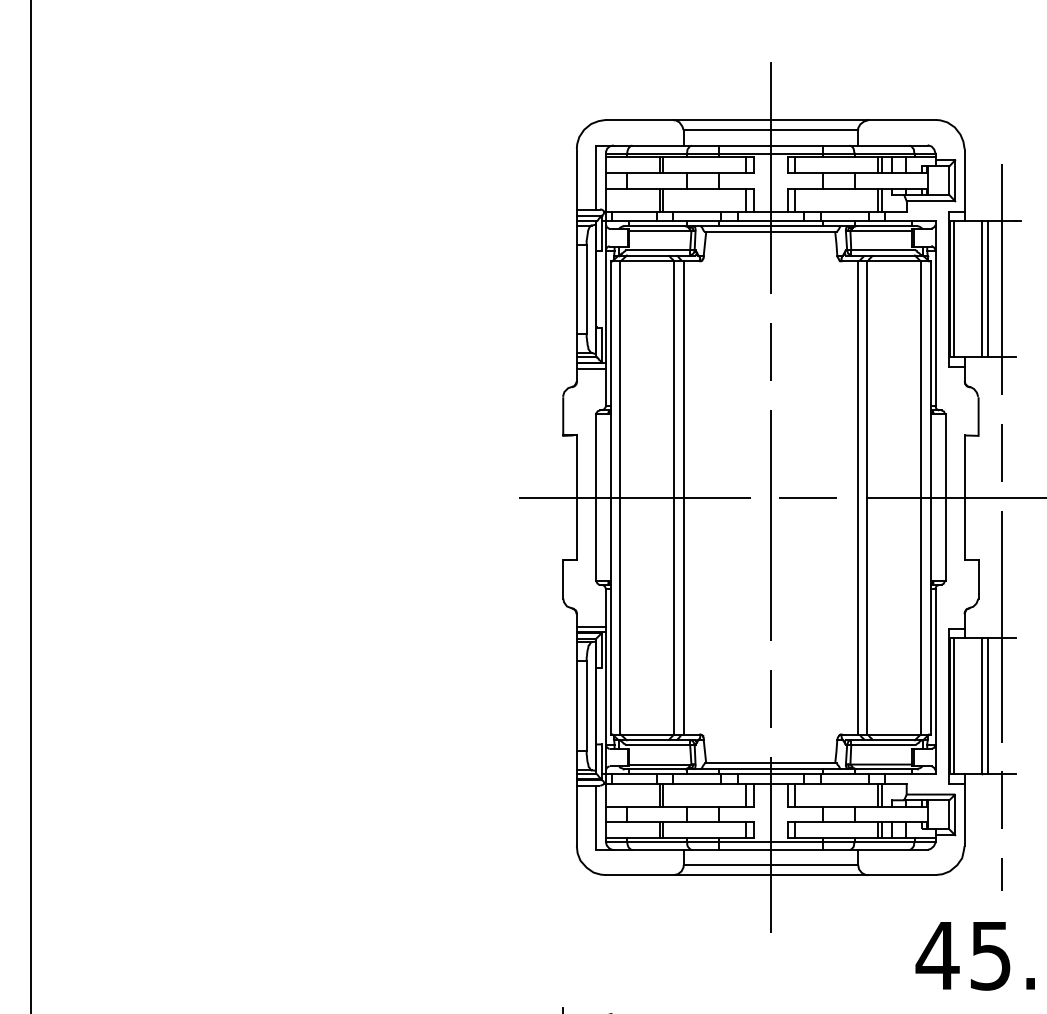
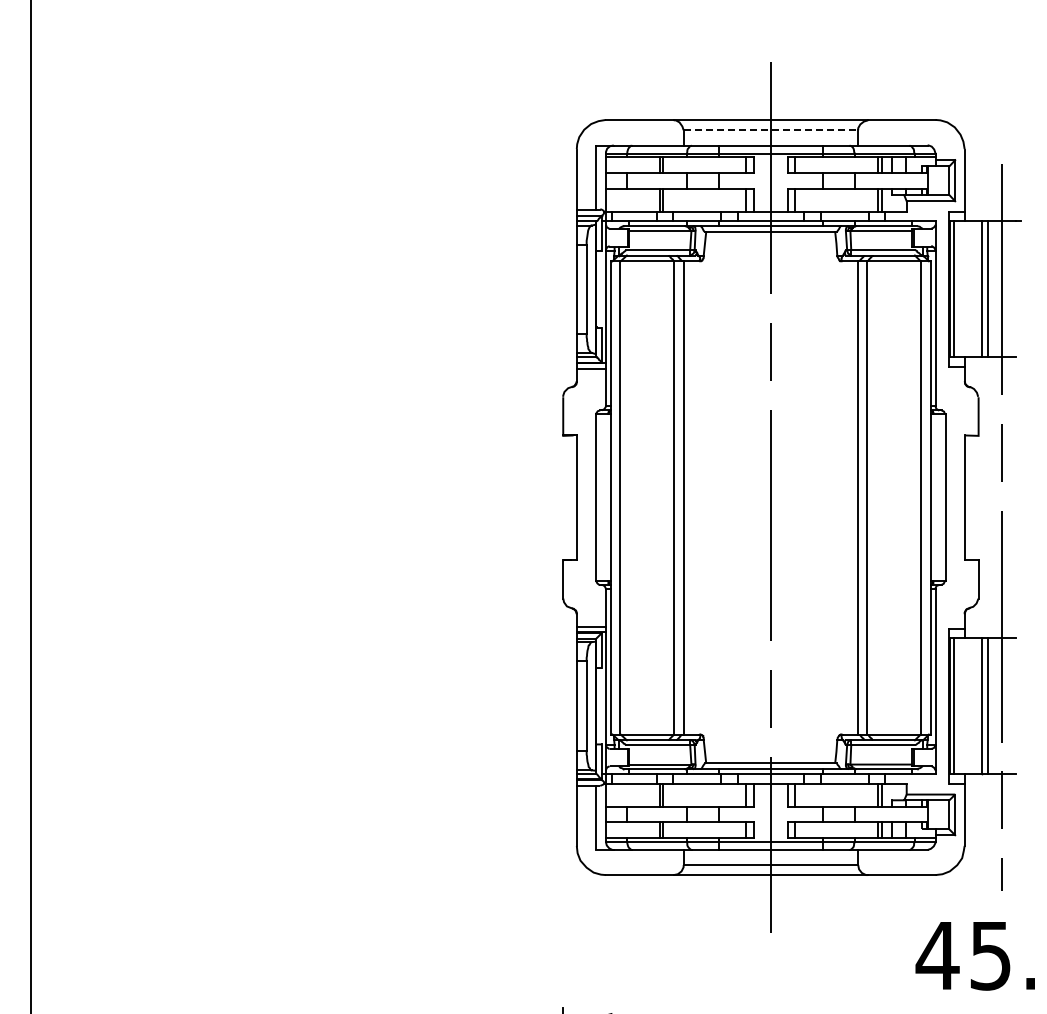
line at (771, 130): solid -> dashed
line at (780, 497): present -> none
